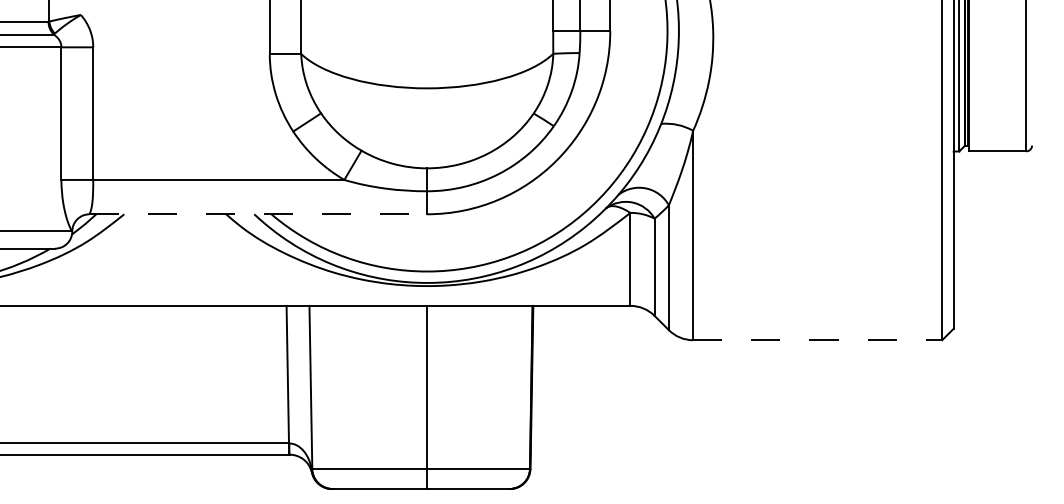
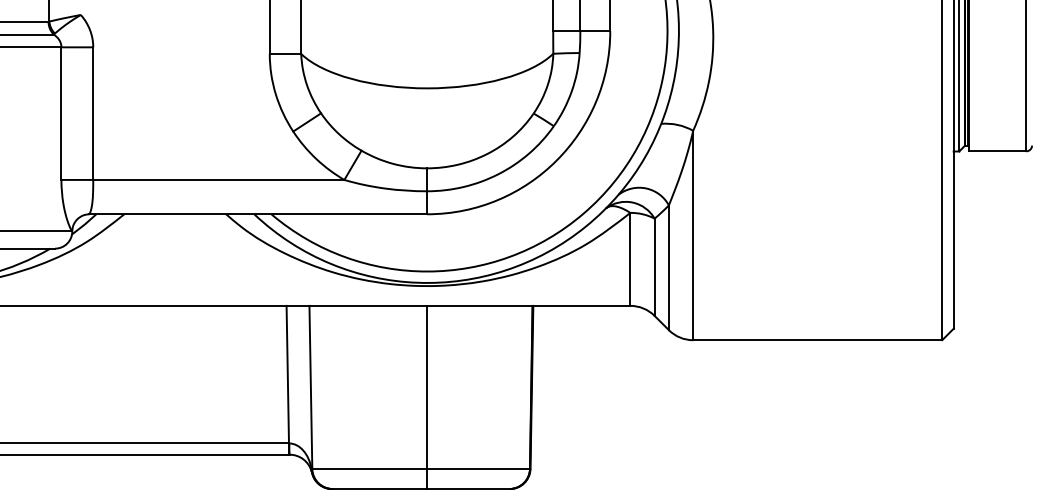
line at (258, 214): dashed -> solid
line at (817, 340): dashed -> solid
